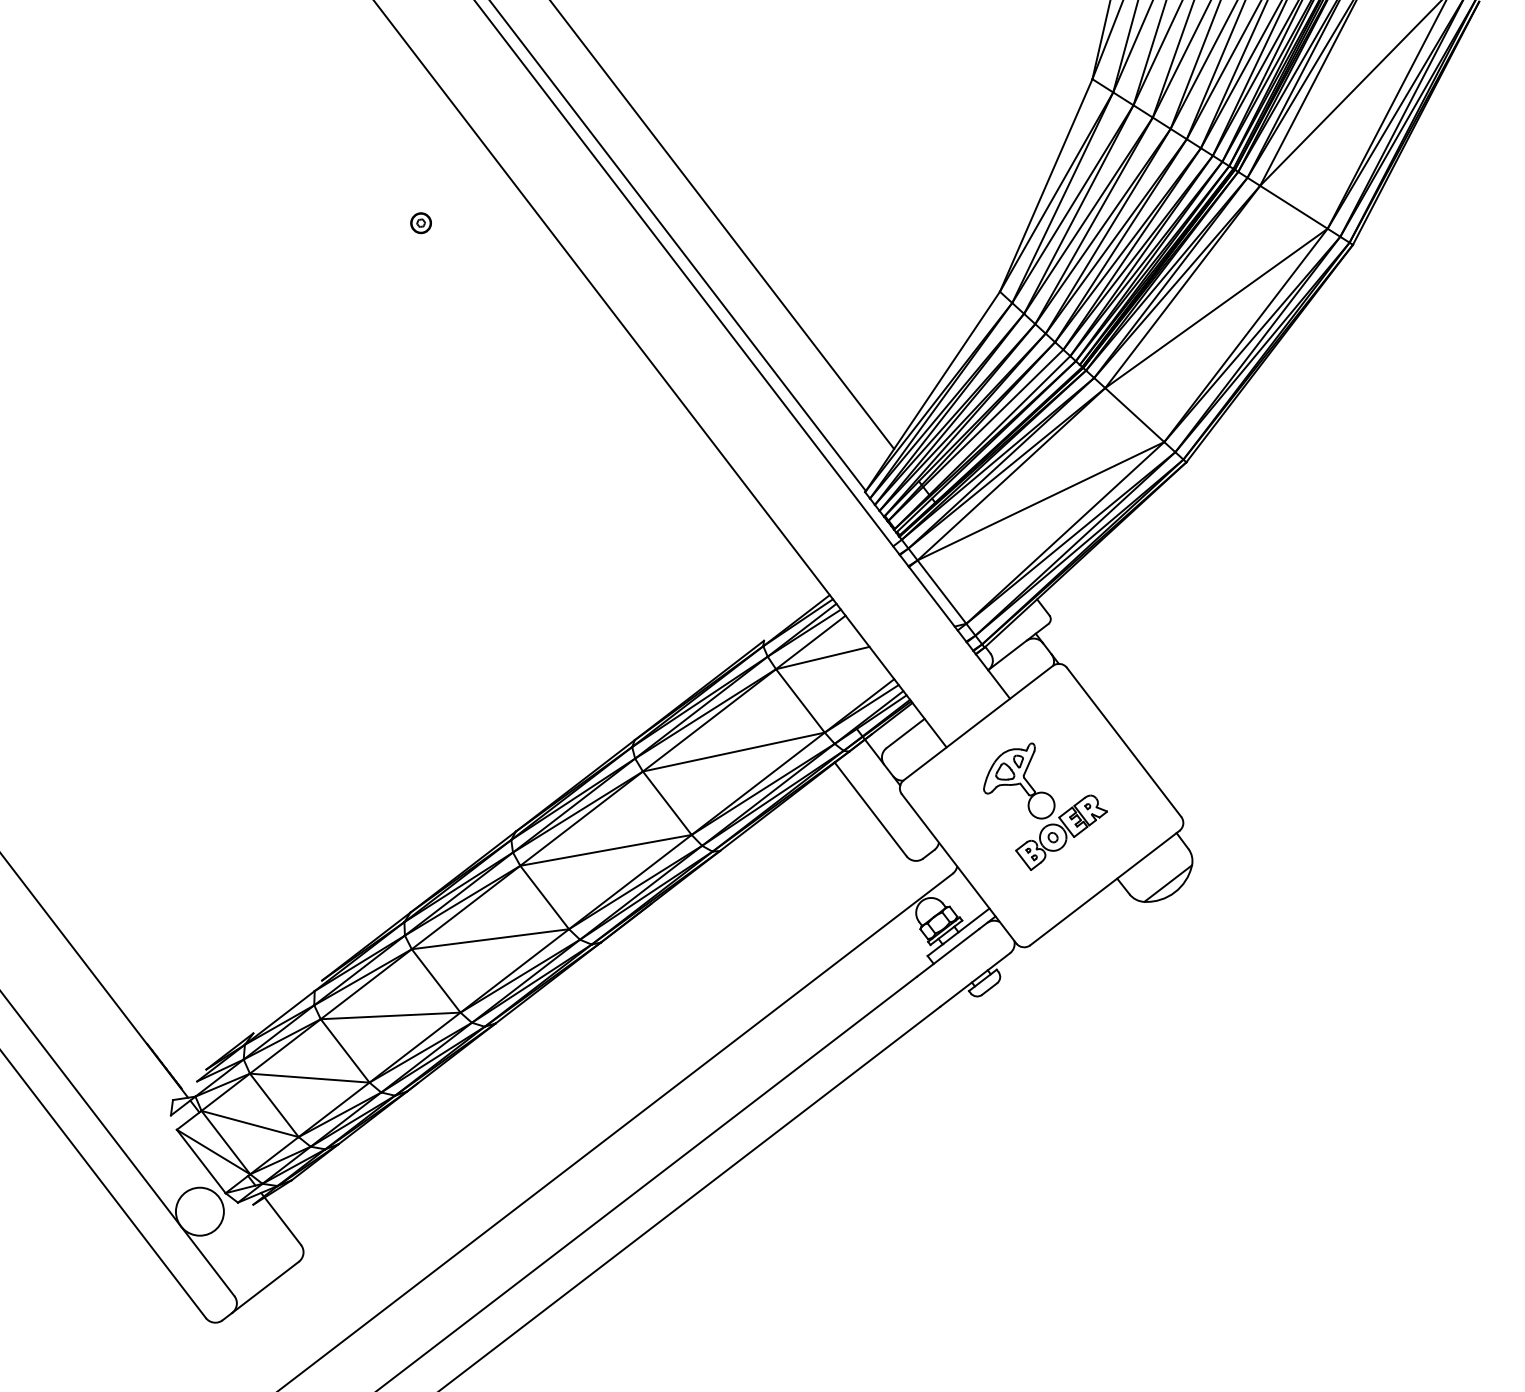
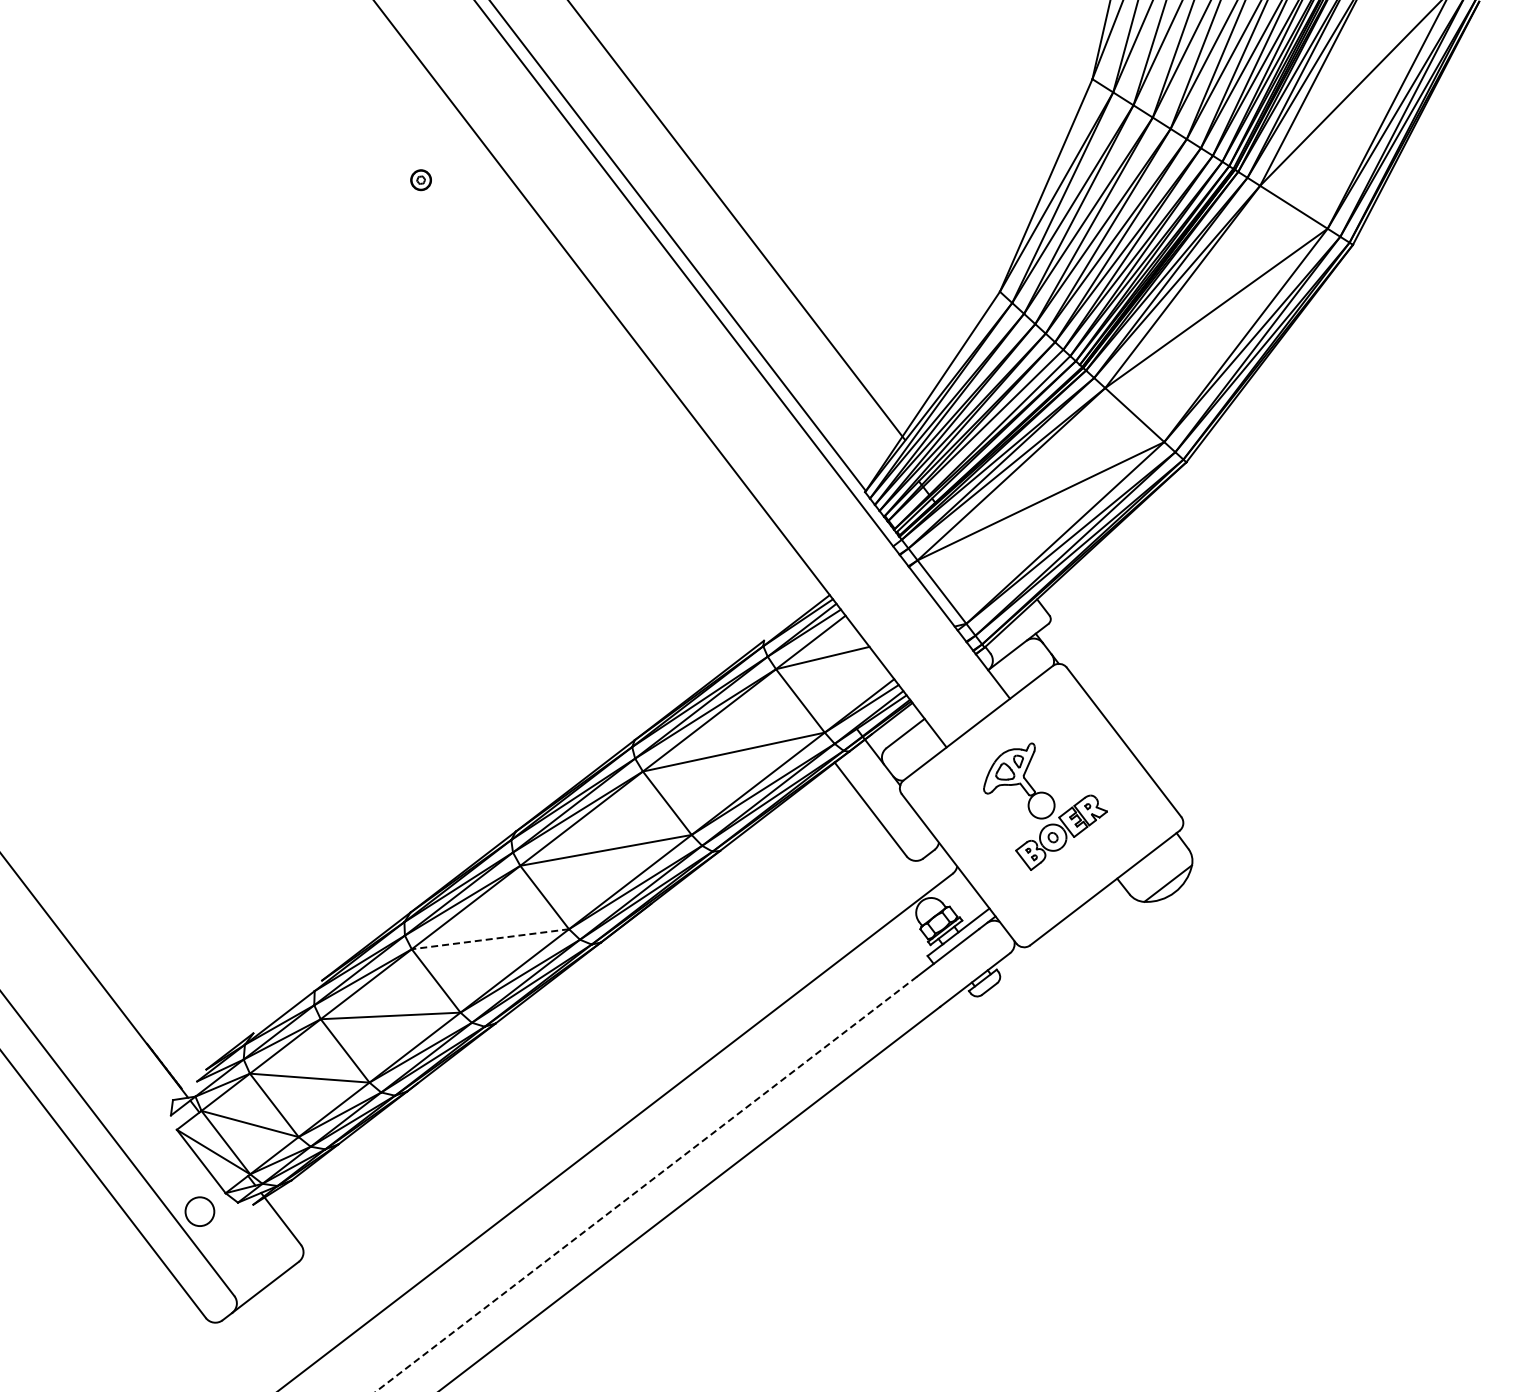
part at (420, 223) position: (420, 223) -> (420, 180)
line at (722, 225) position: (722, 225) -> (737, 221)
line at (489, 939): solid -> dashed
line at (646, 1184): solid -> dashed
circle at (199, 1211) diameter: 48 px -> 29 px
